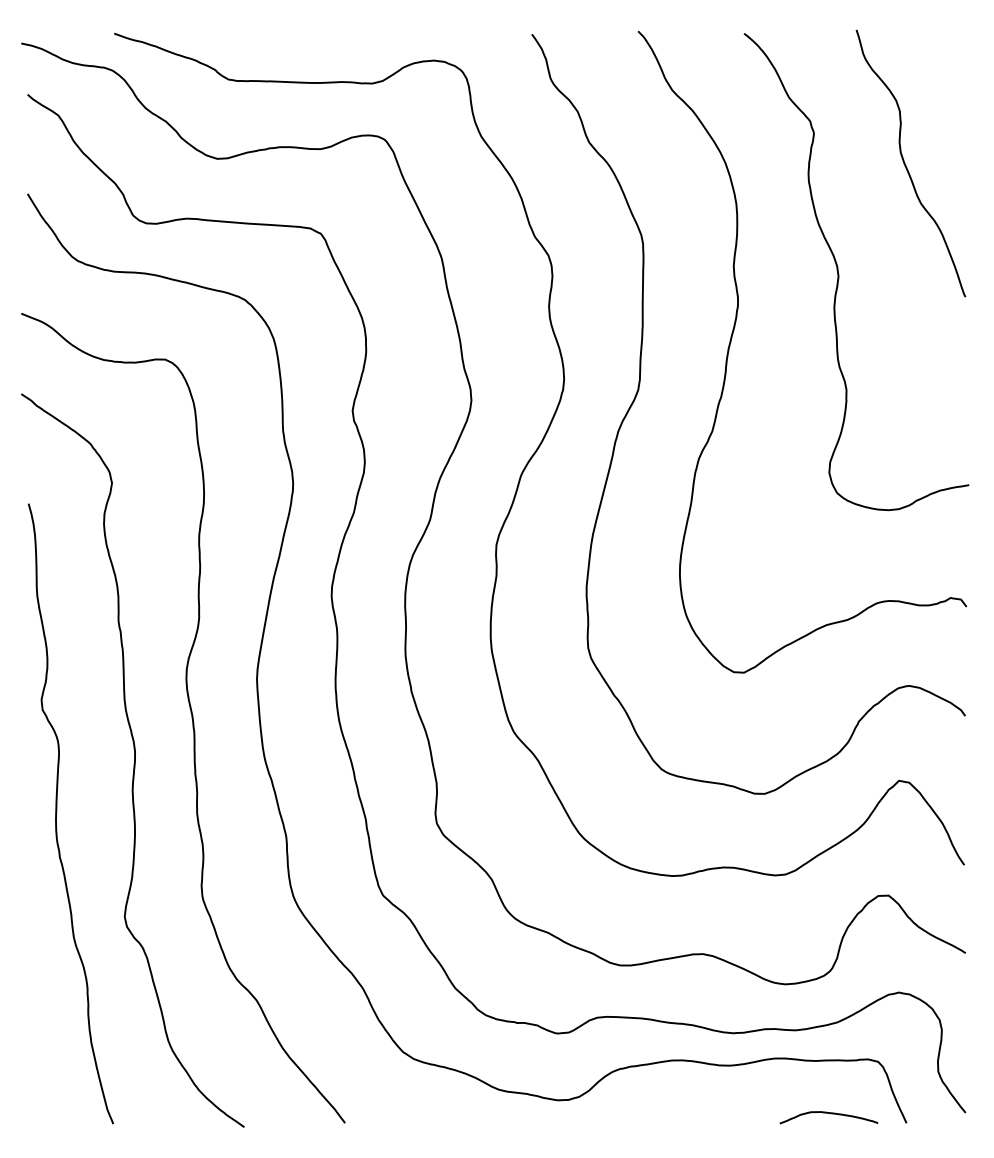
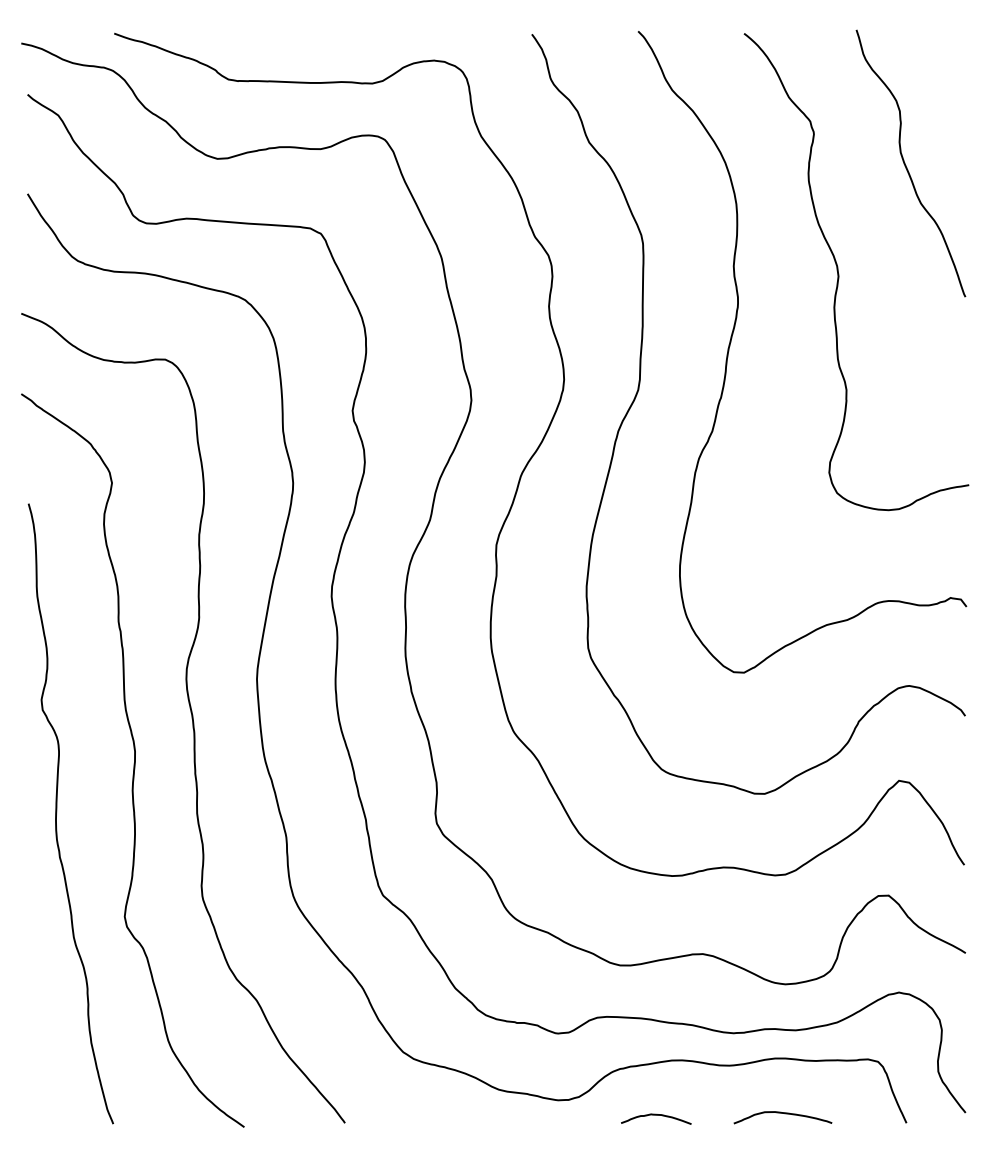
curve at (830, 1114) position: (830, 1114) -> (784, 1114)
curve at (656, 1115): none -> present
